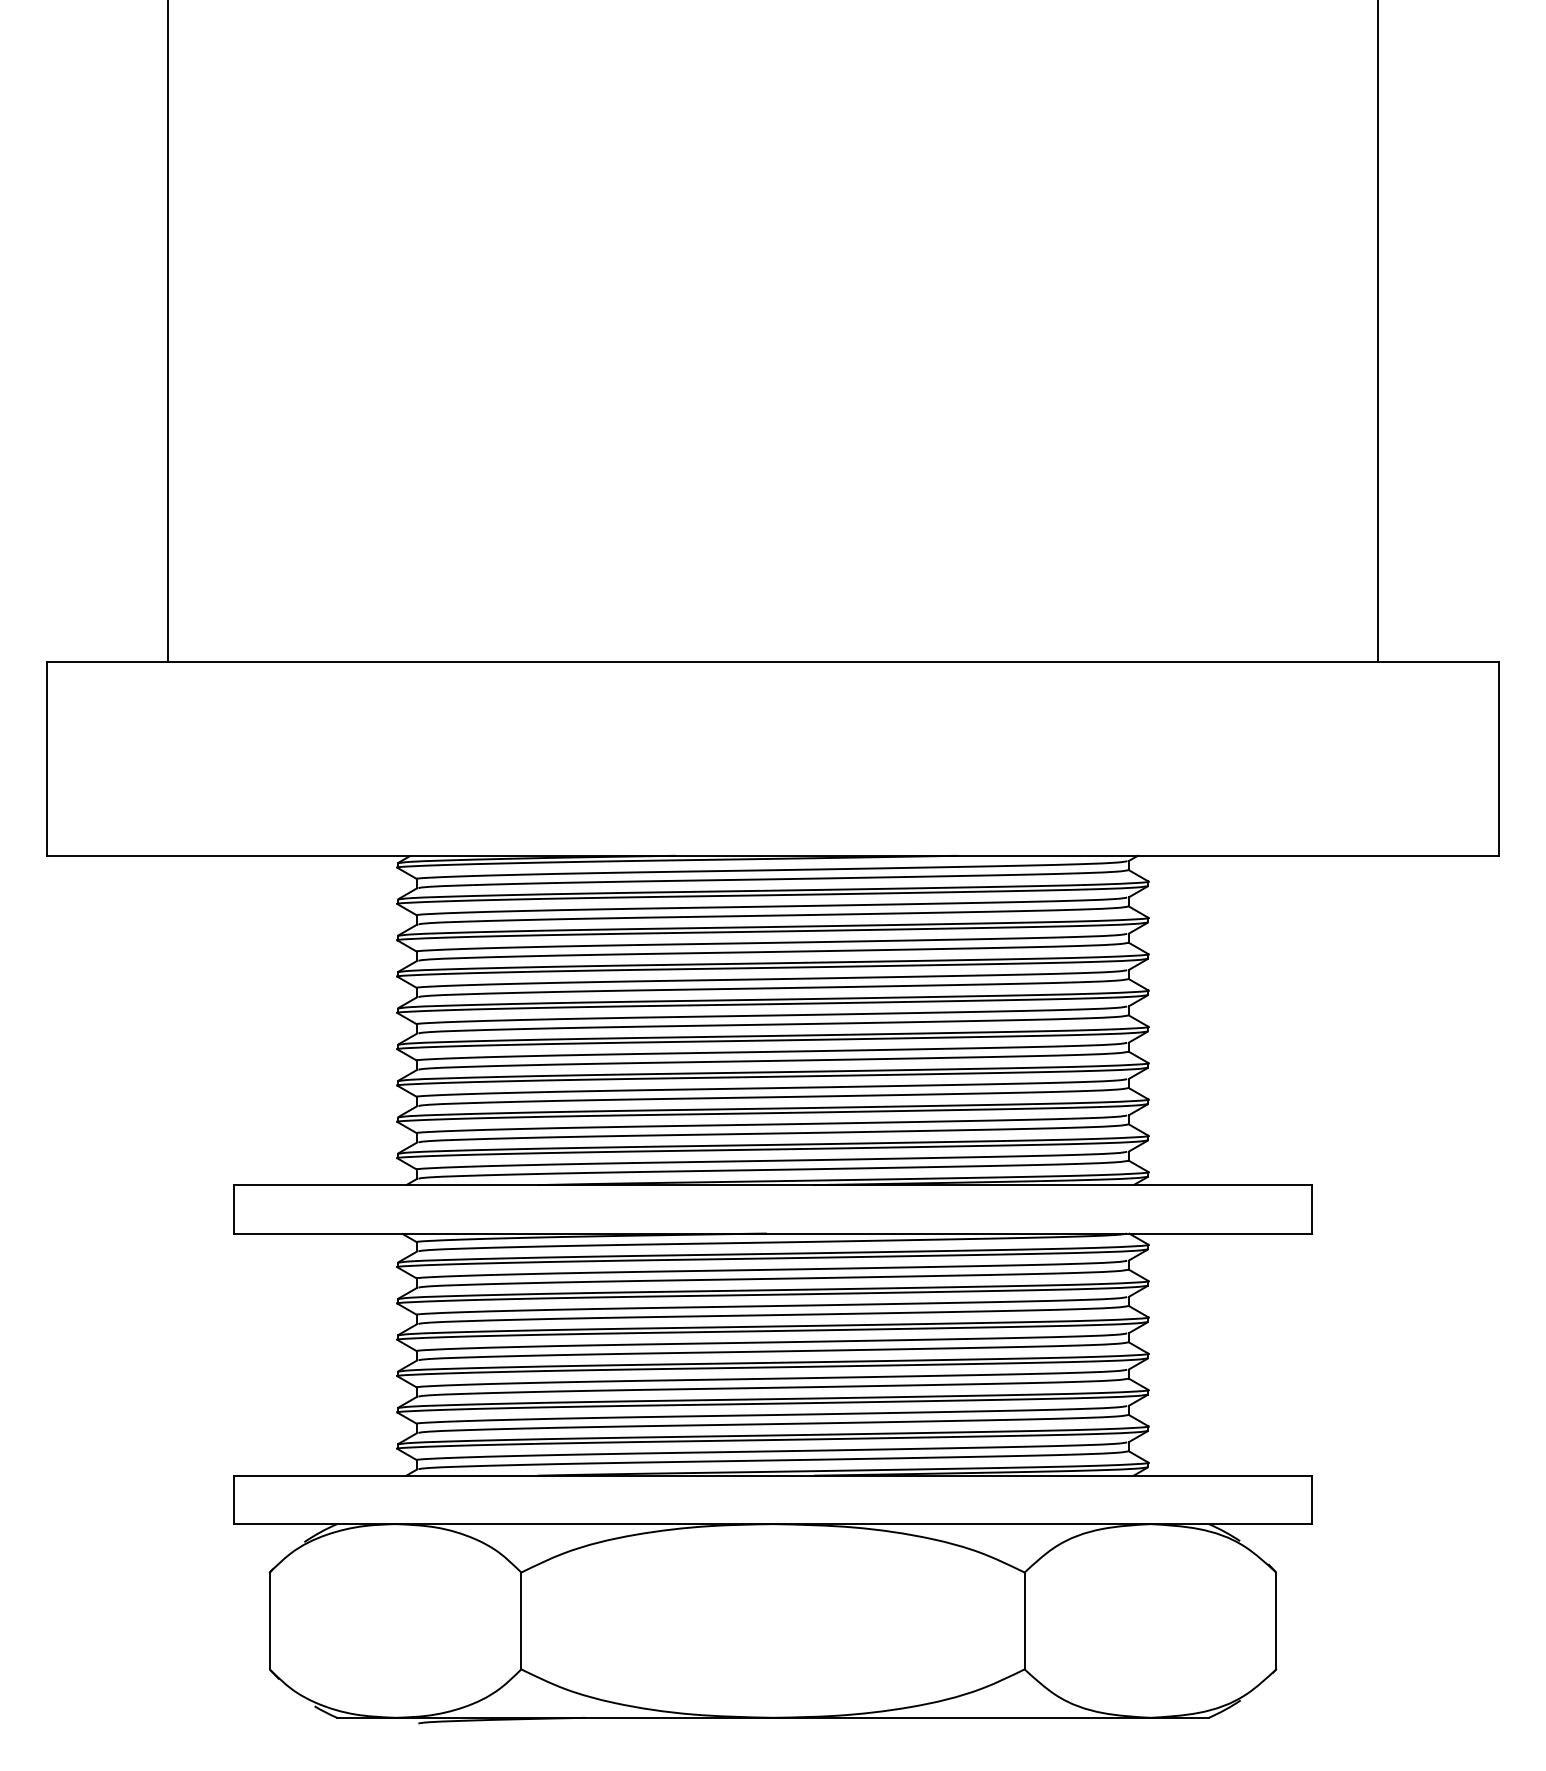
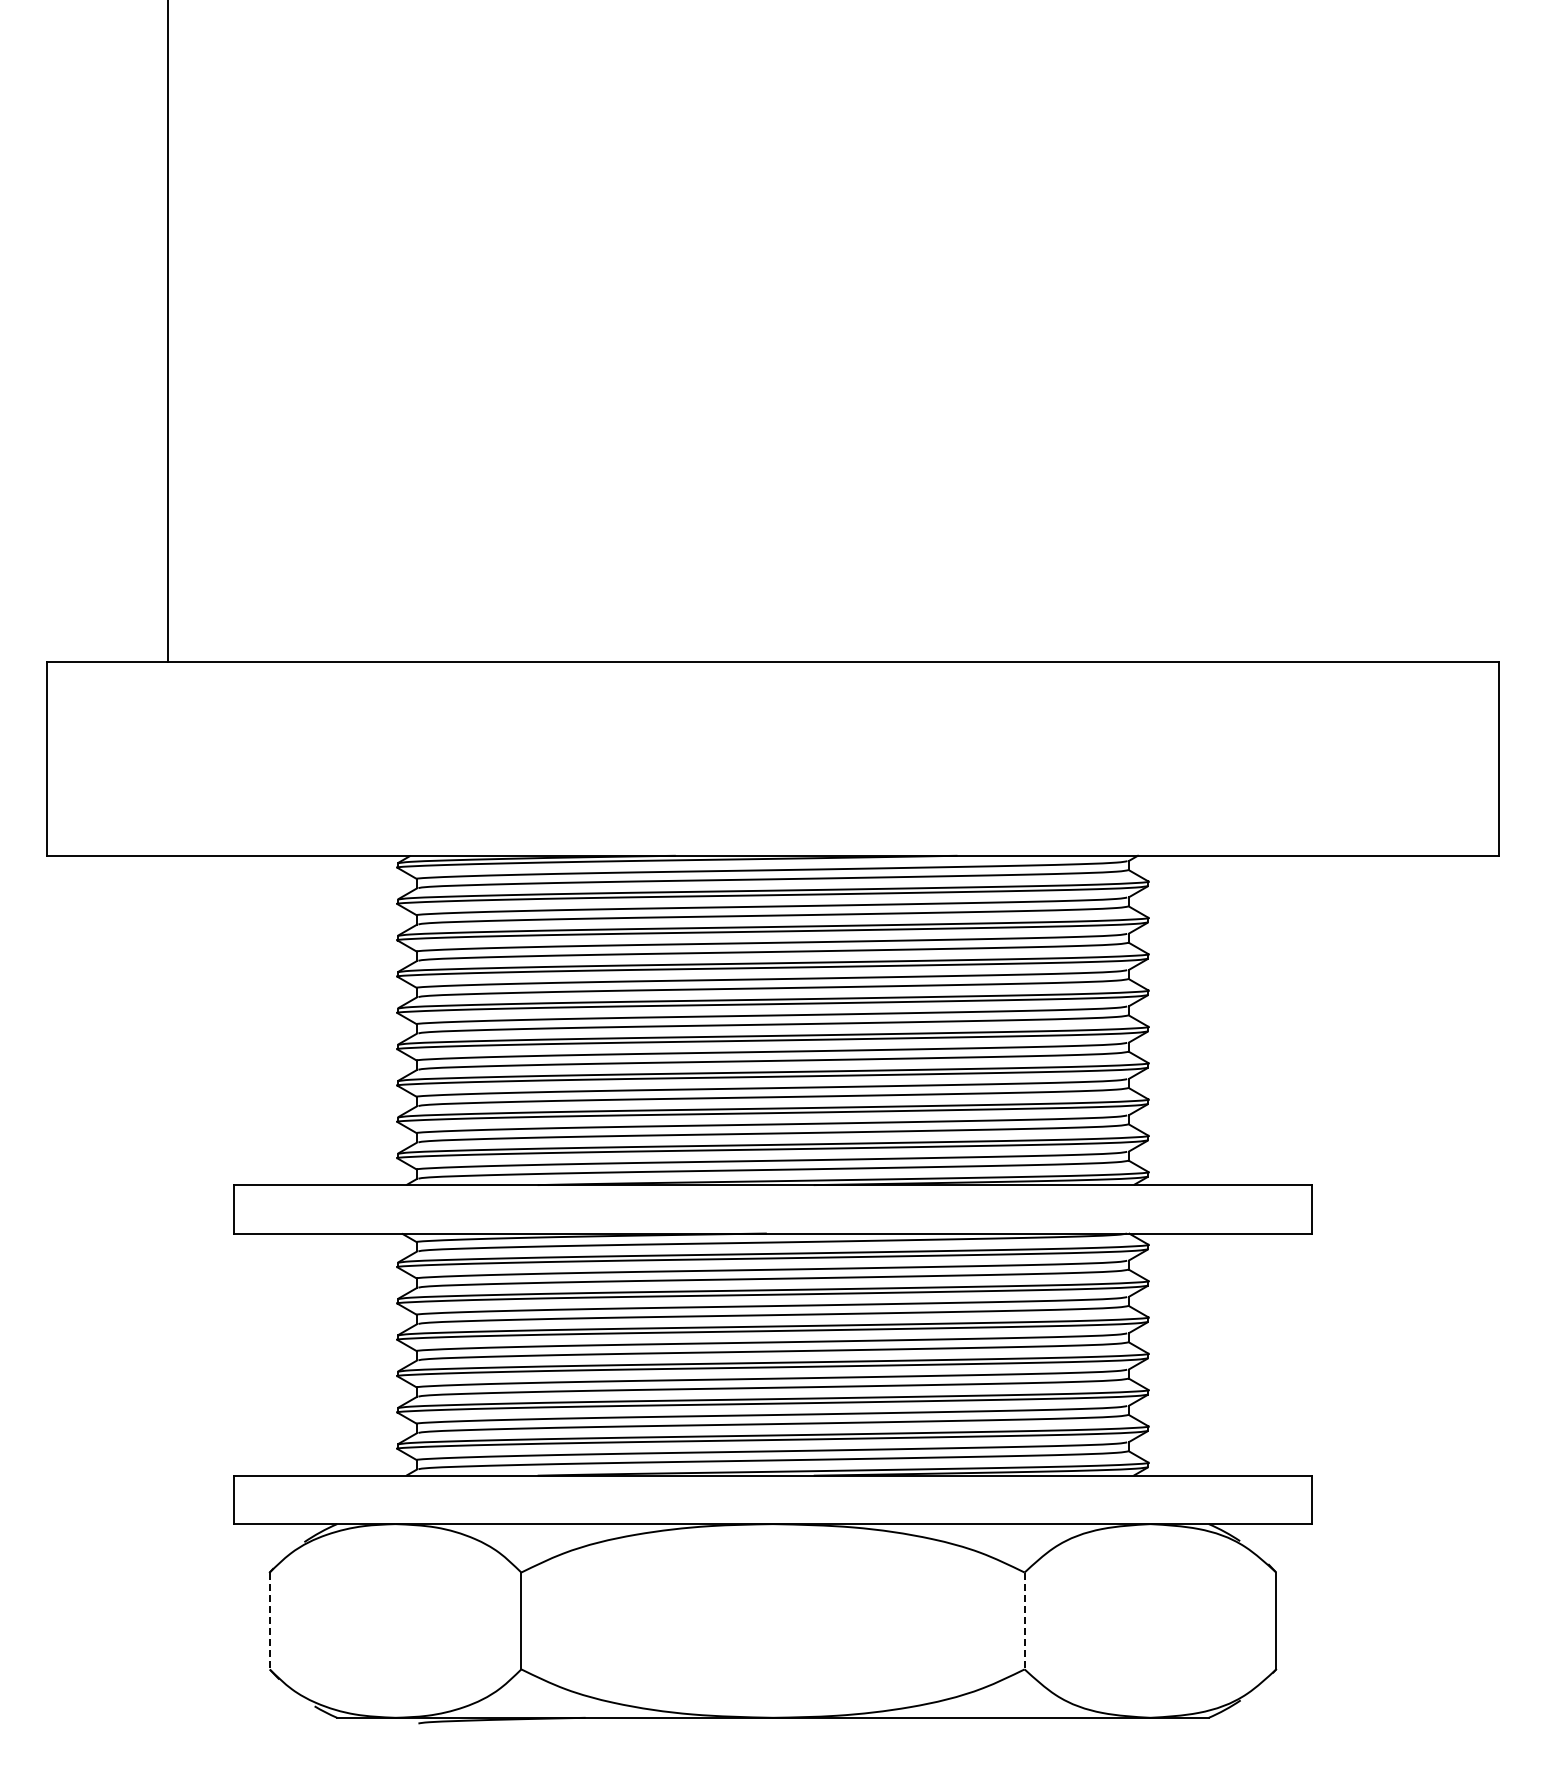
line at (1378, 332): present -> none
line at (269, 1621): solid -> dashed
line at (1024, 1621): solid -> dashed
